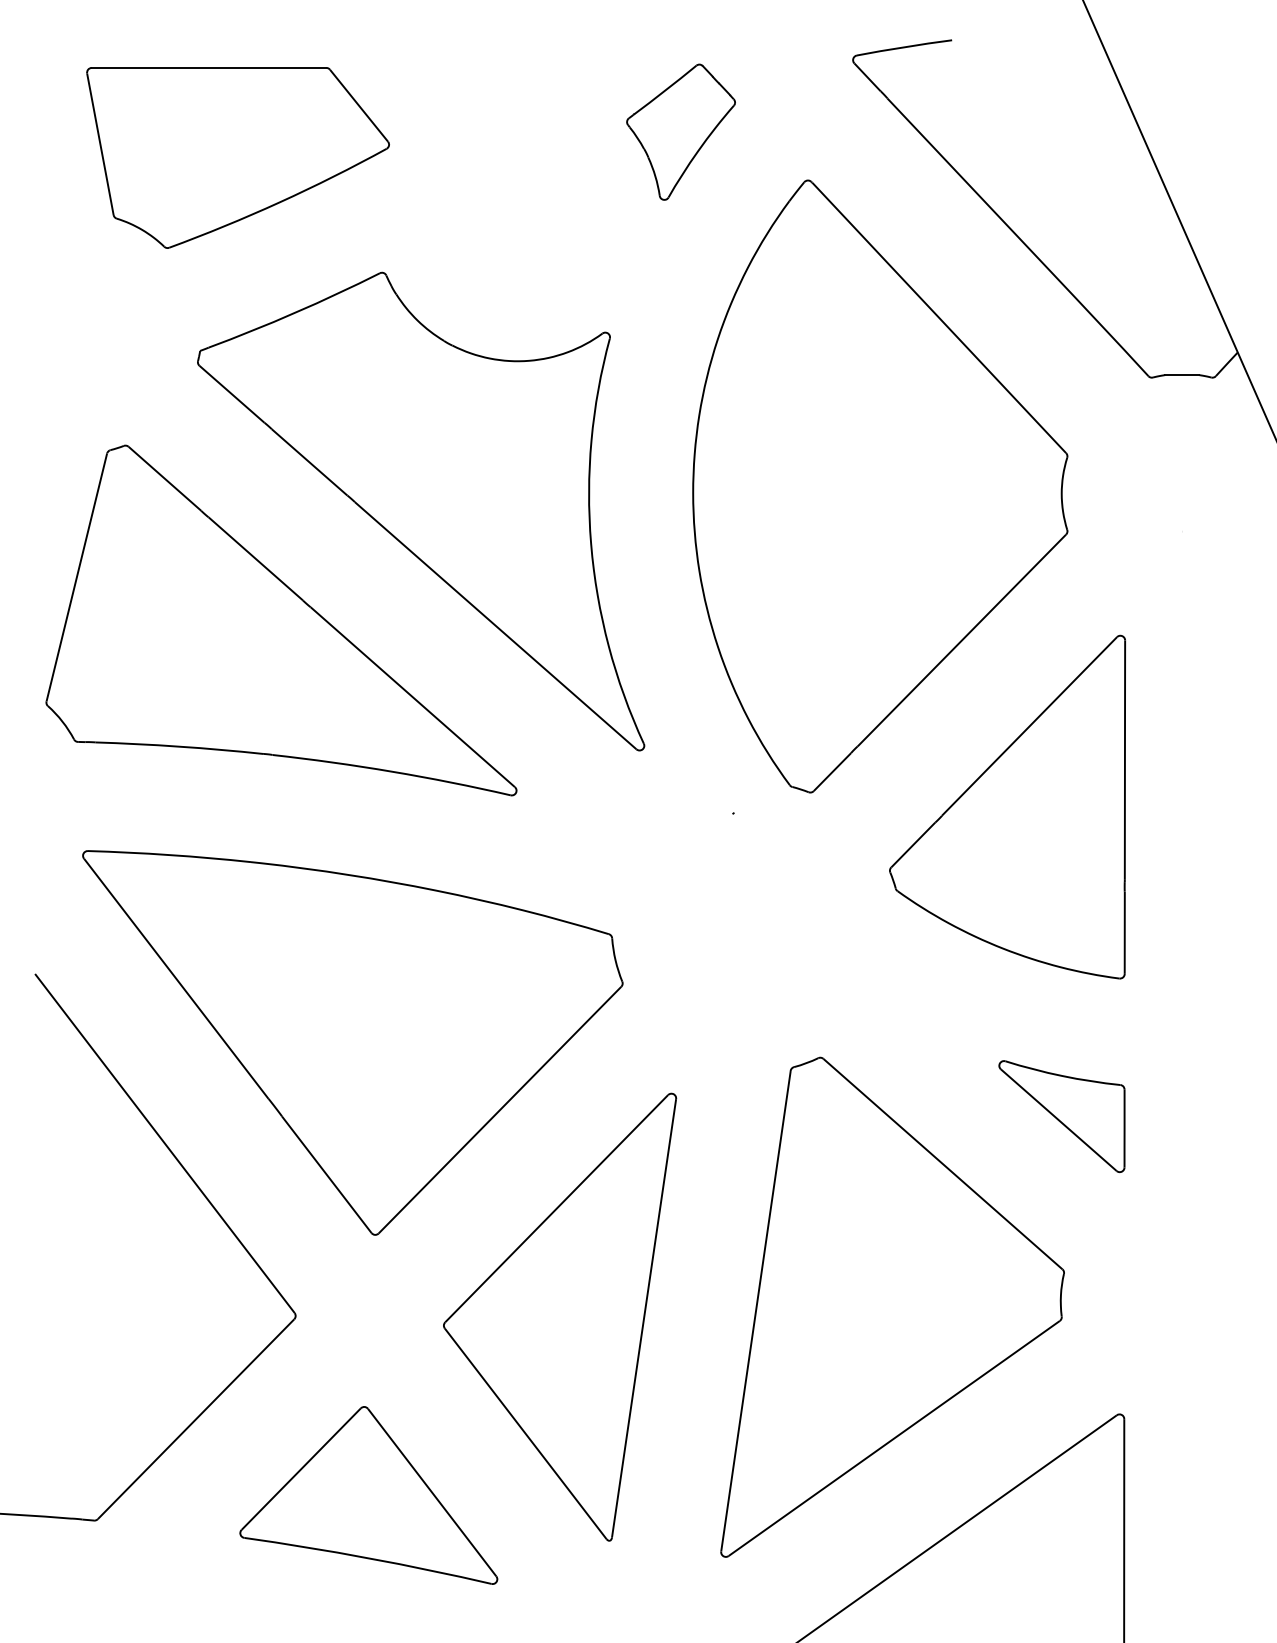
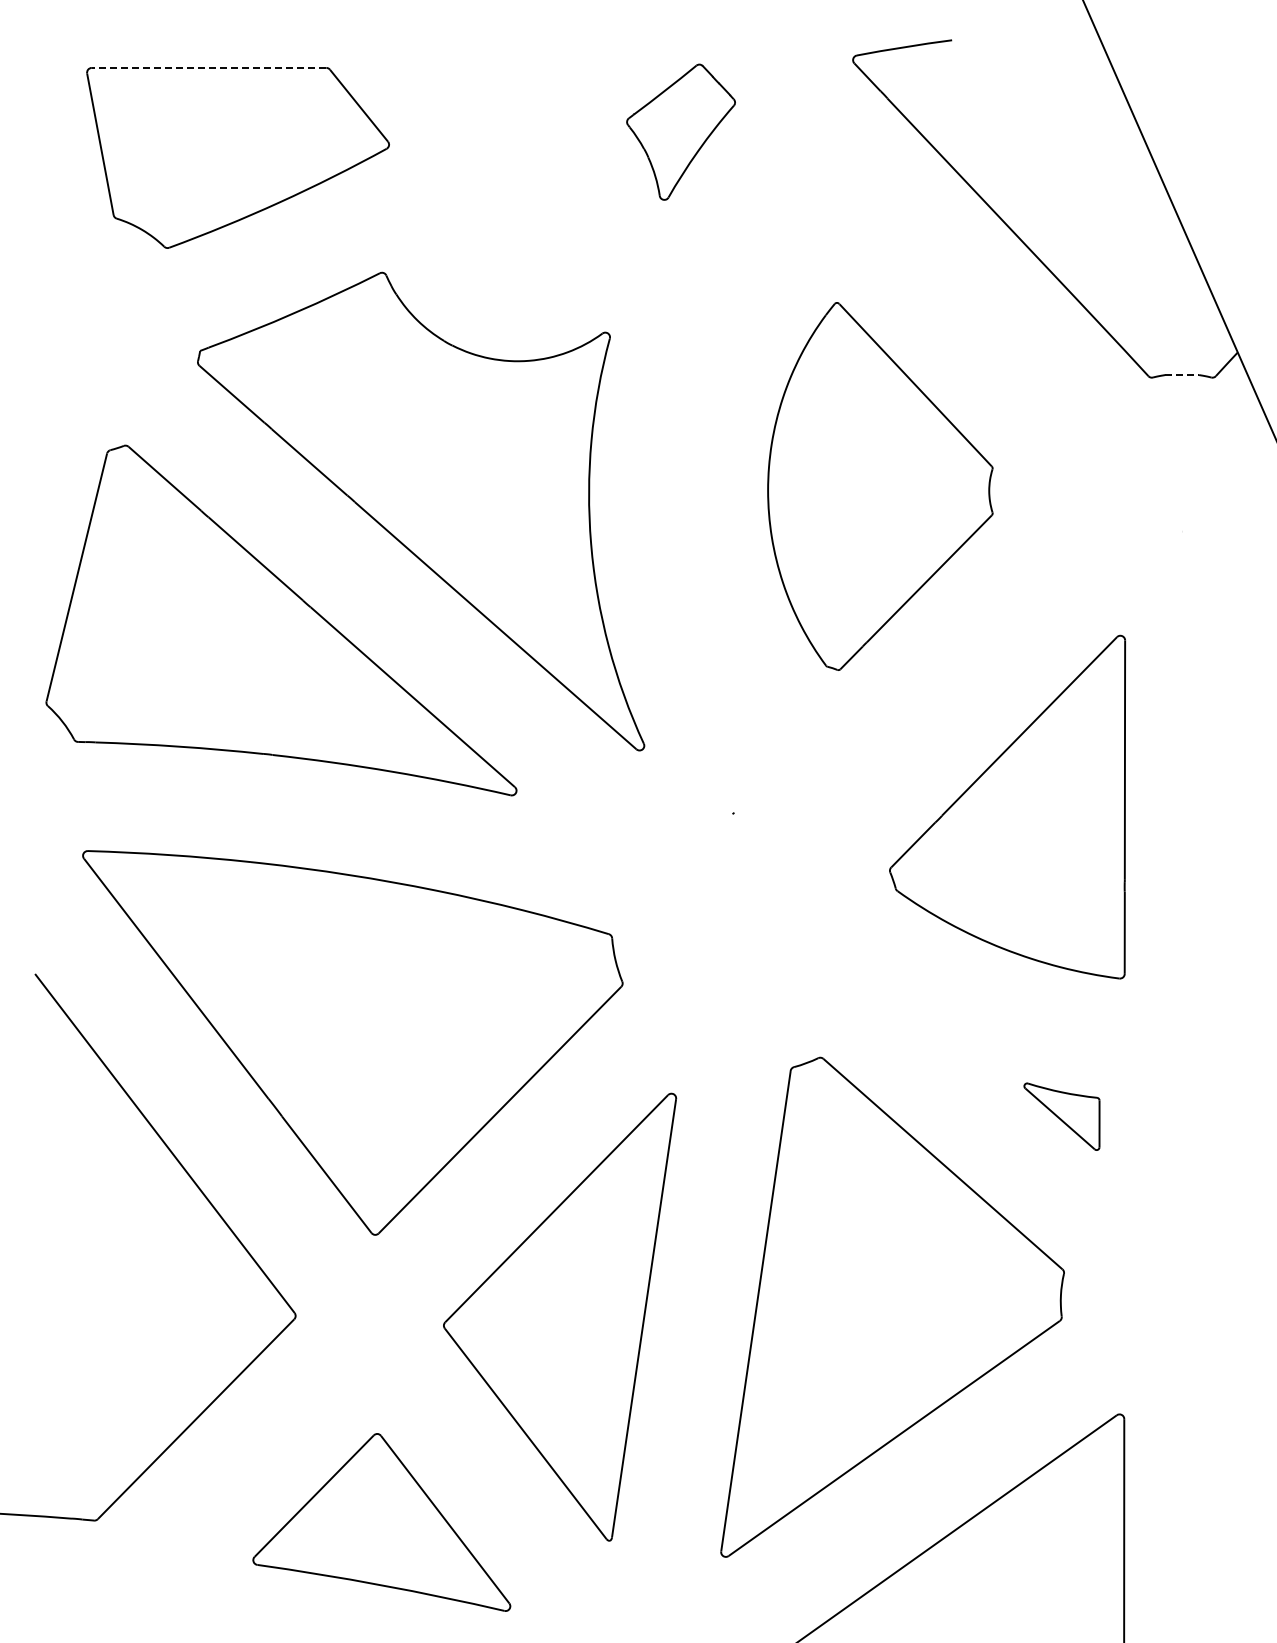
line at (208, 67): solid -> dashed
line at (1182, 375): solid -> dashed
part at (880, 486) size: 377x615 px -> 227x369 px
part at (1061, 1116) size: 128x114 px -> 78x69 px
part at (368, 1495) position: (368, 1495) -> (381, 1522)
